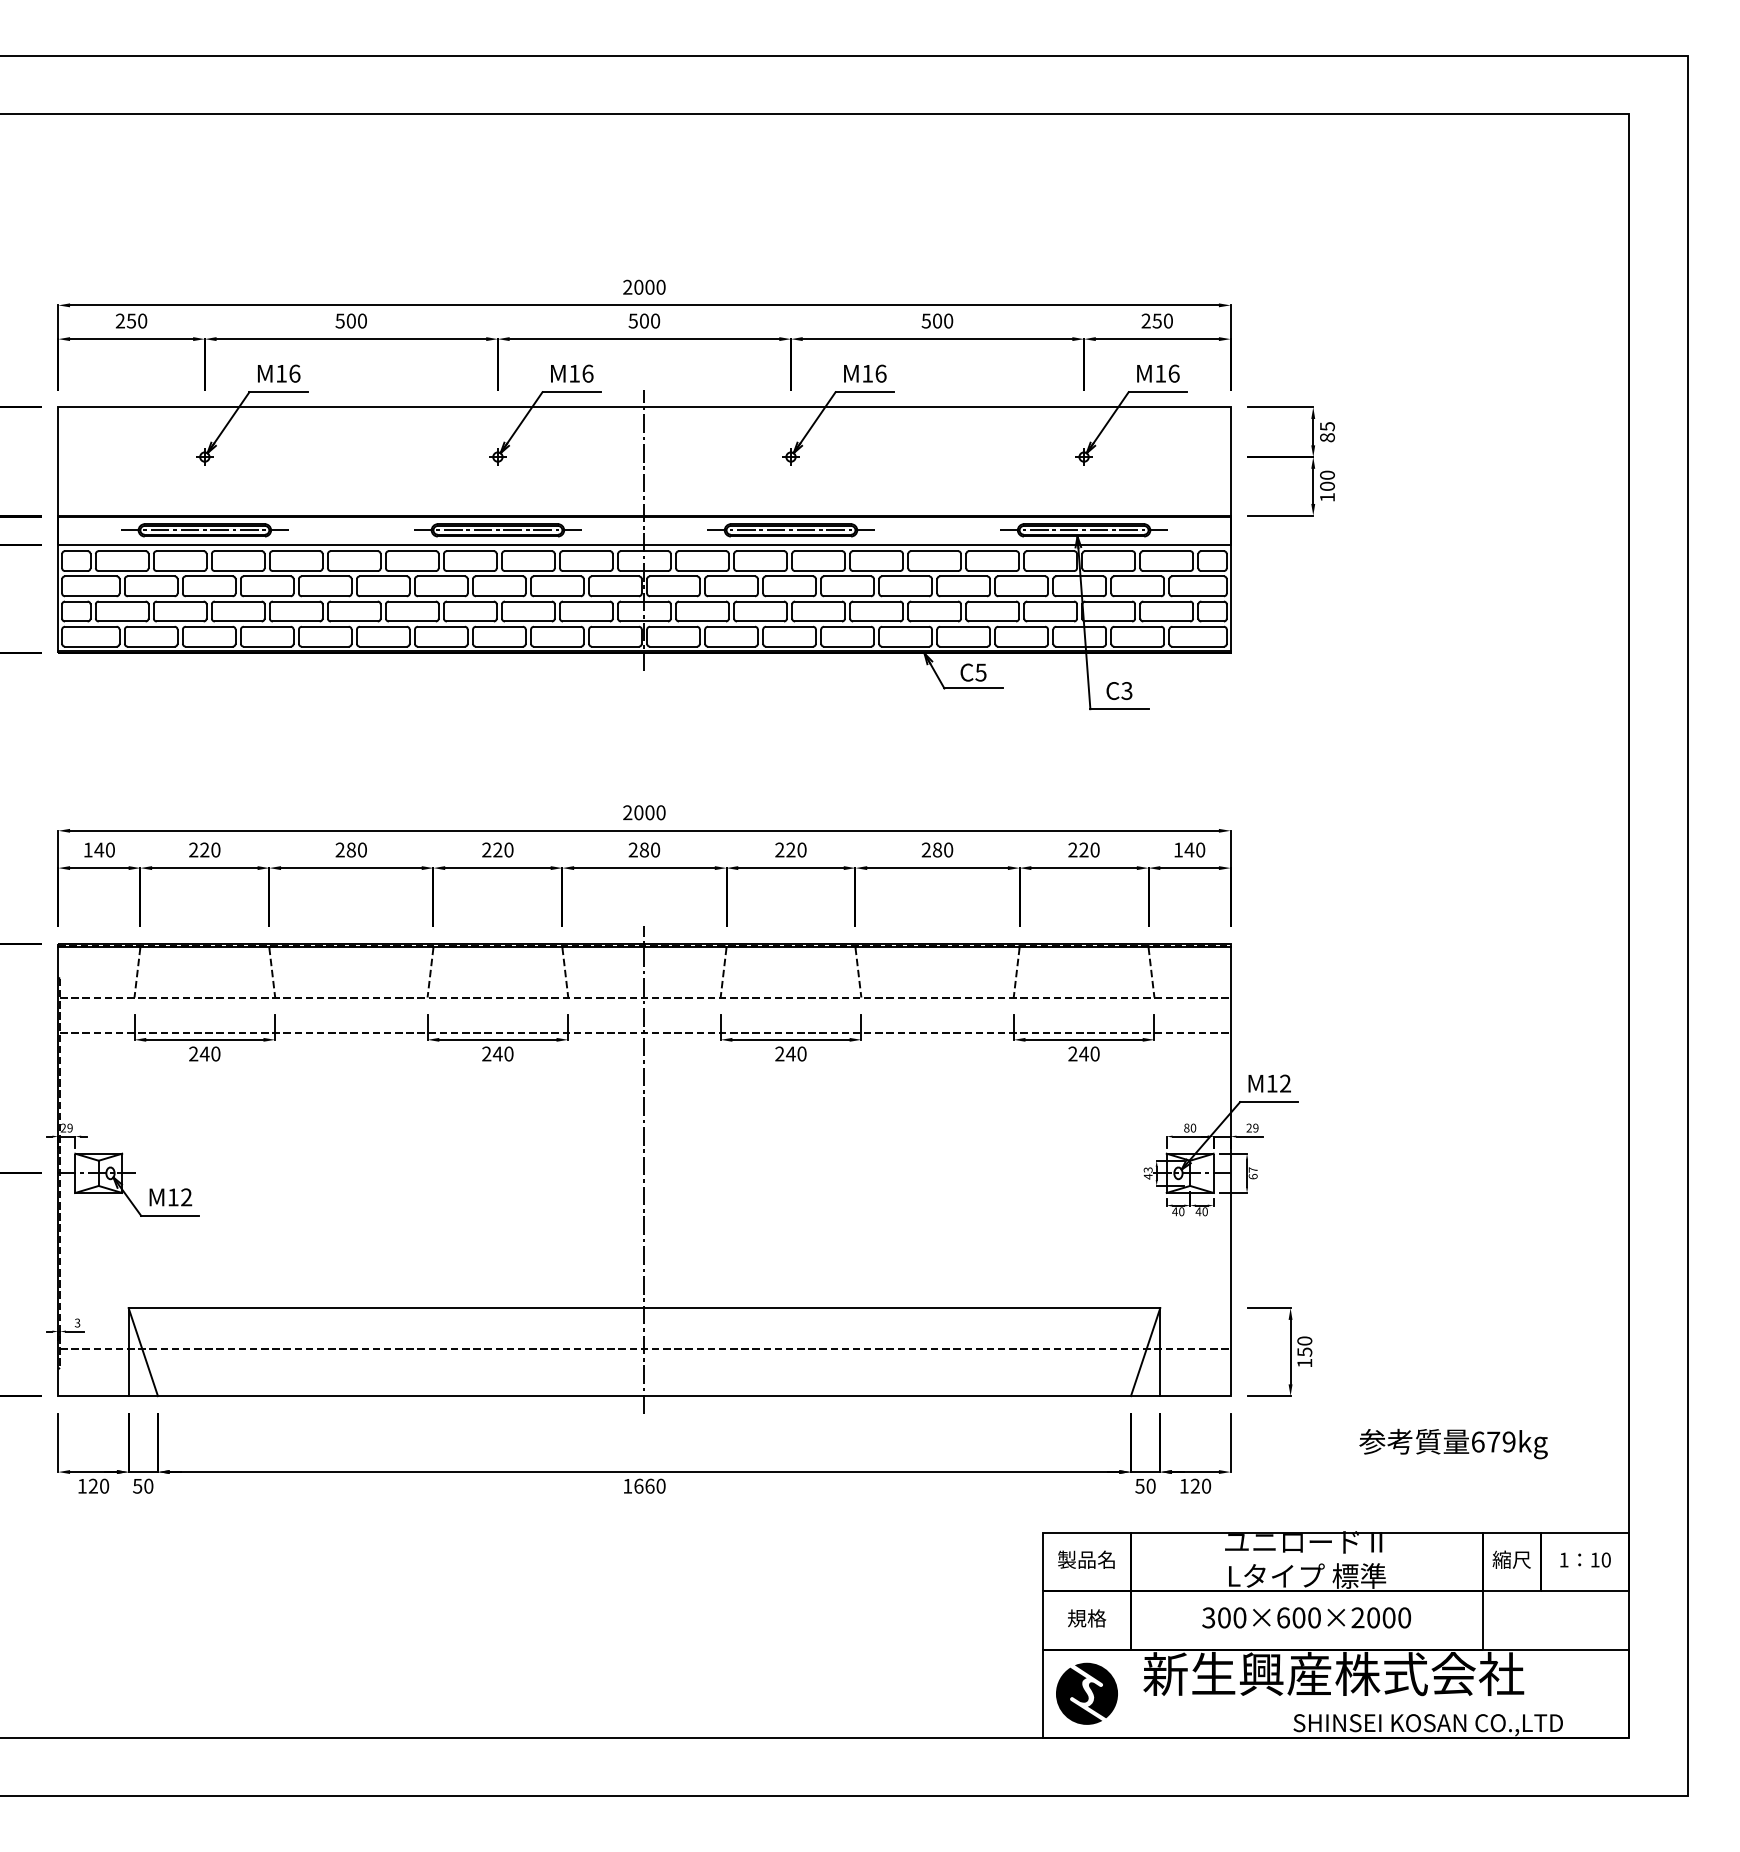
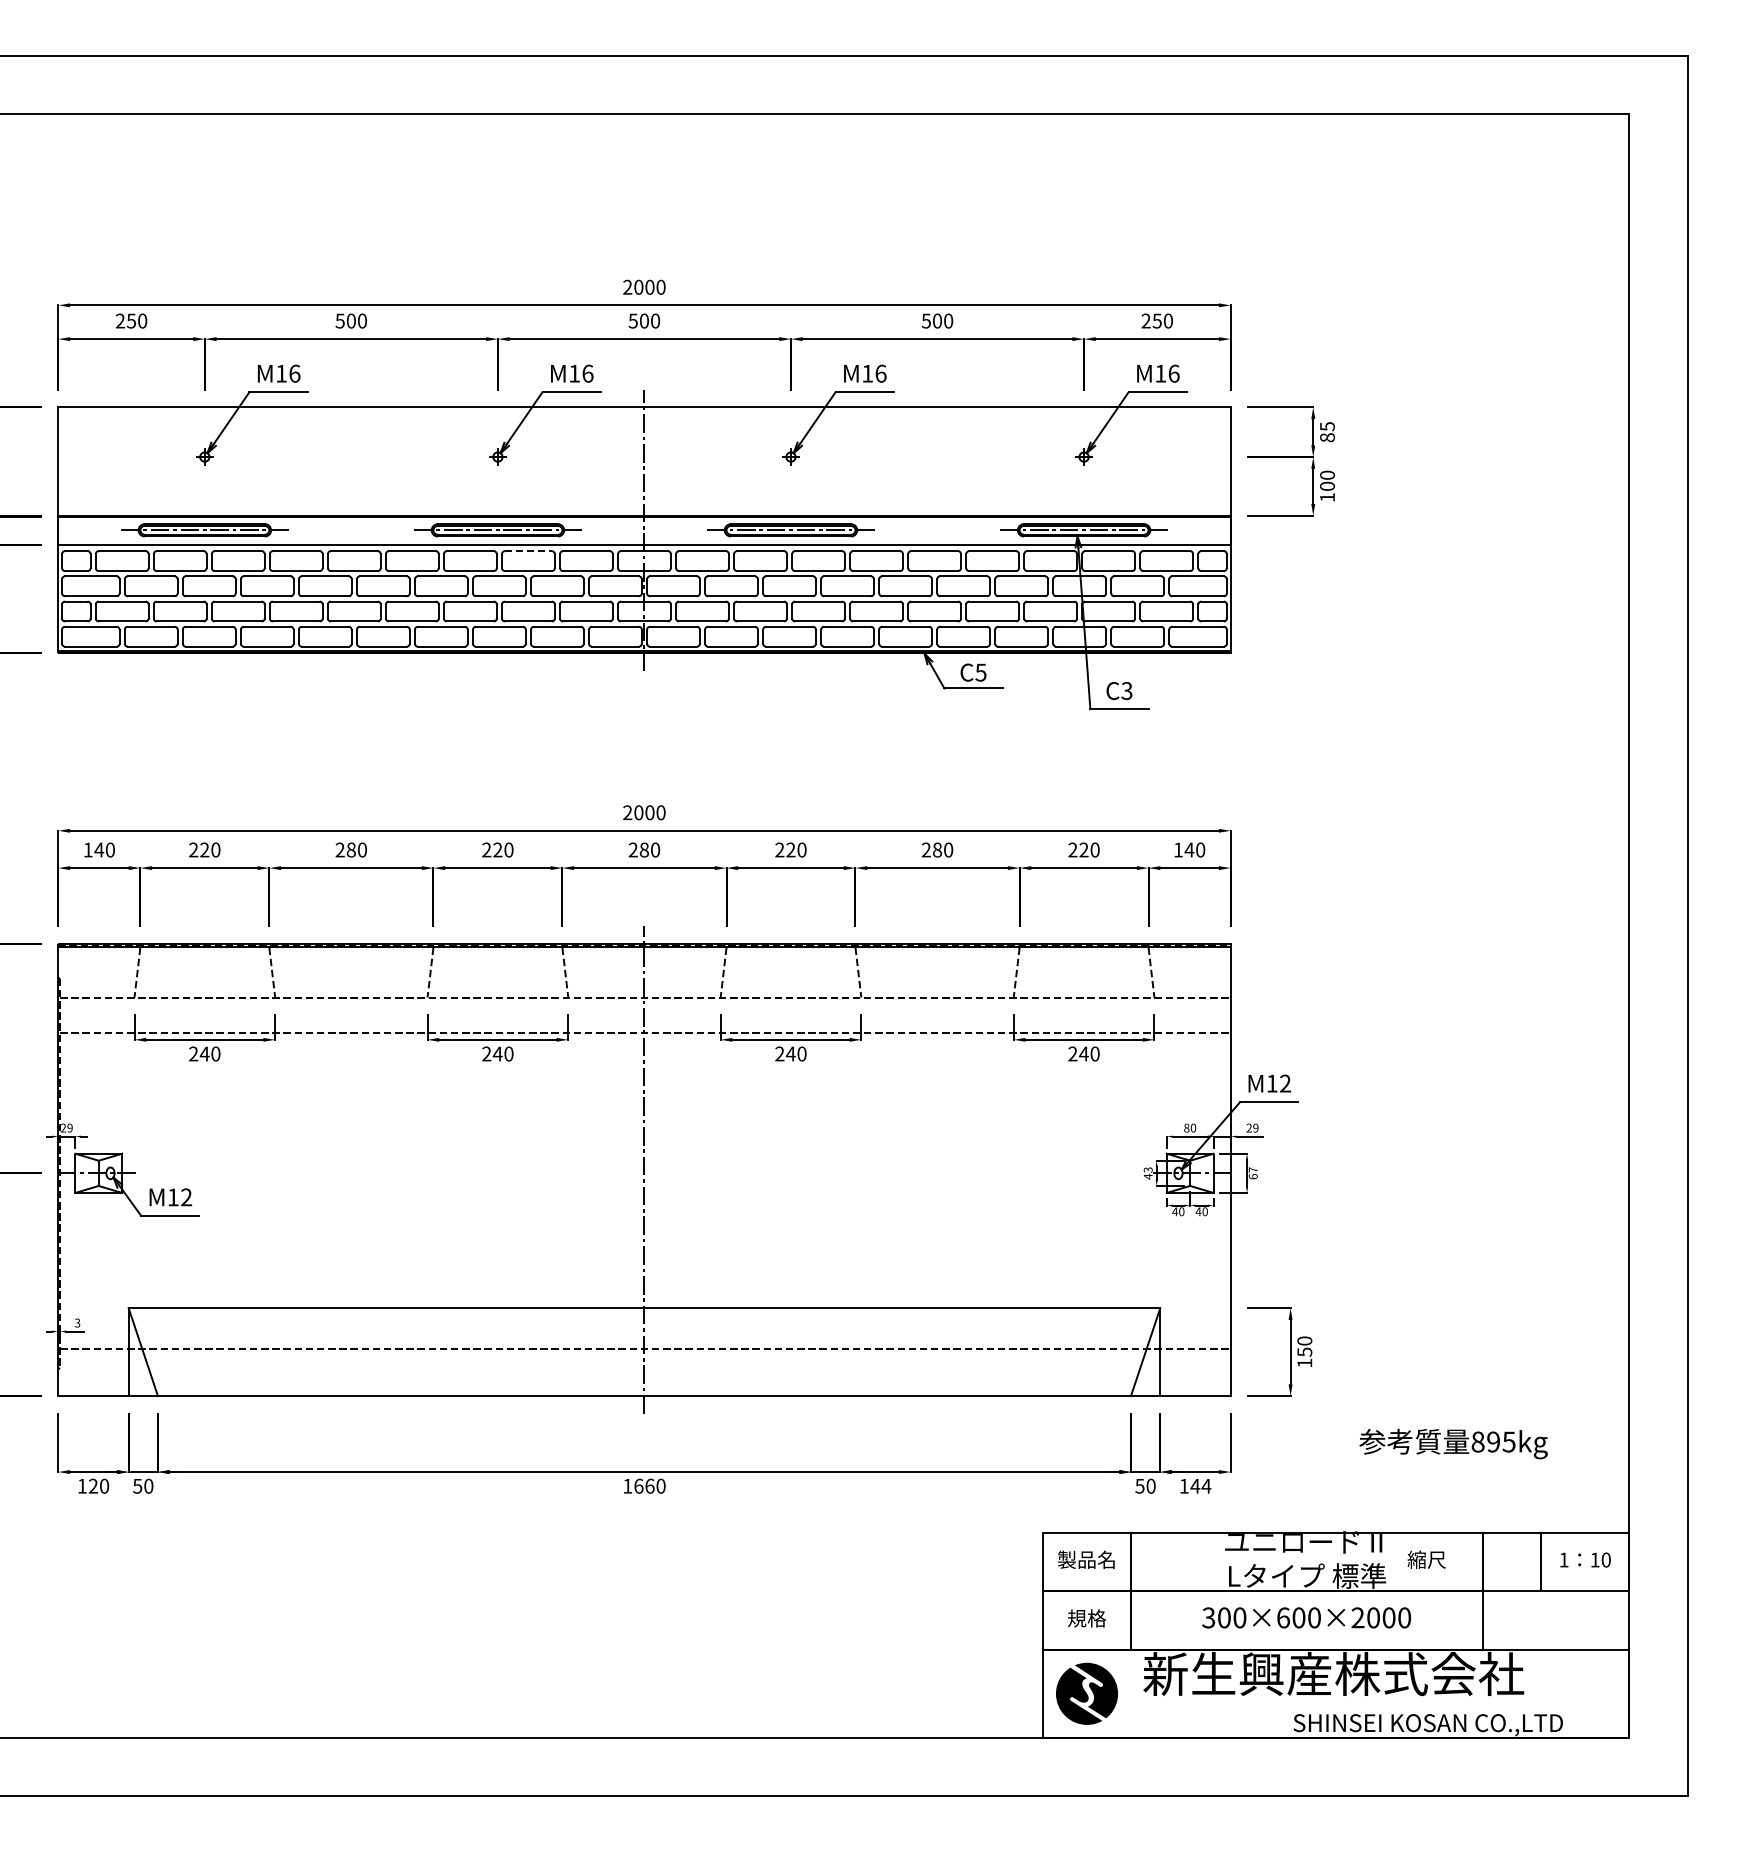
line at (528, 551): solid -> dashed
text at (1493, 1441): 679kg -> 895kg
text at (1200, 1485): 120 -> 144
text at (1511, 1559) position: (1511, 1559) -> (1426, 1559)
